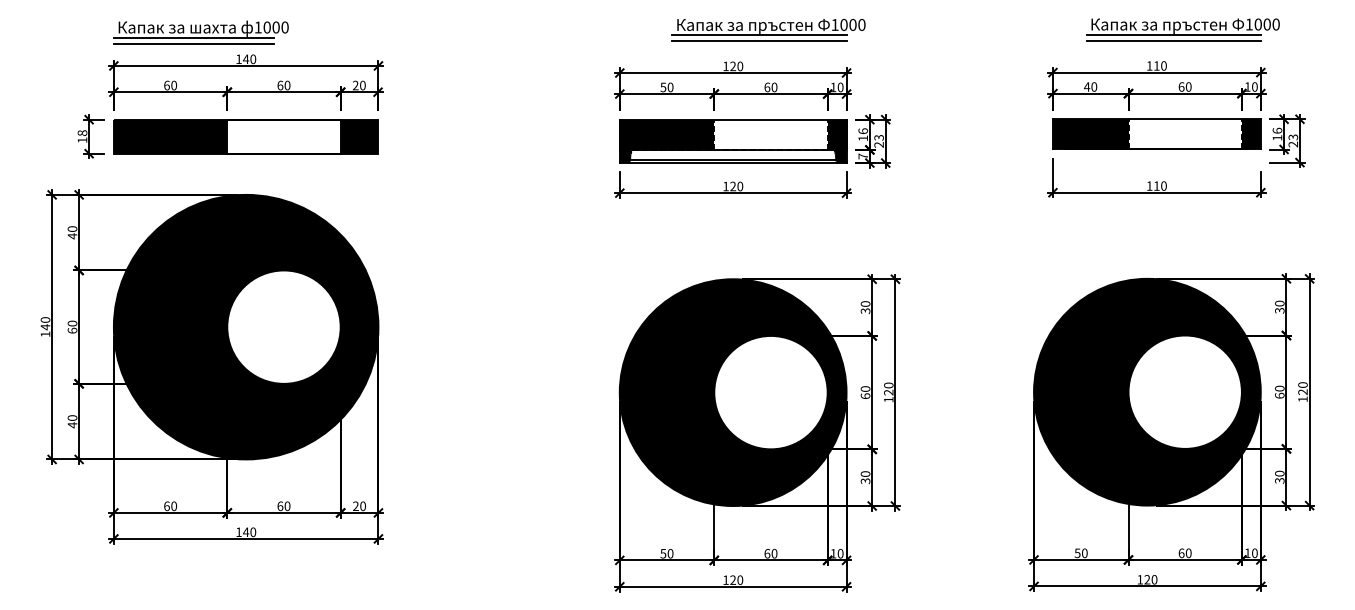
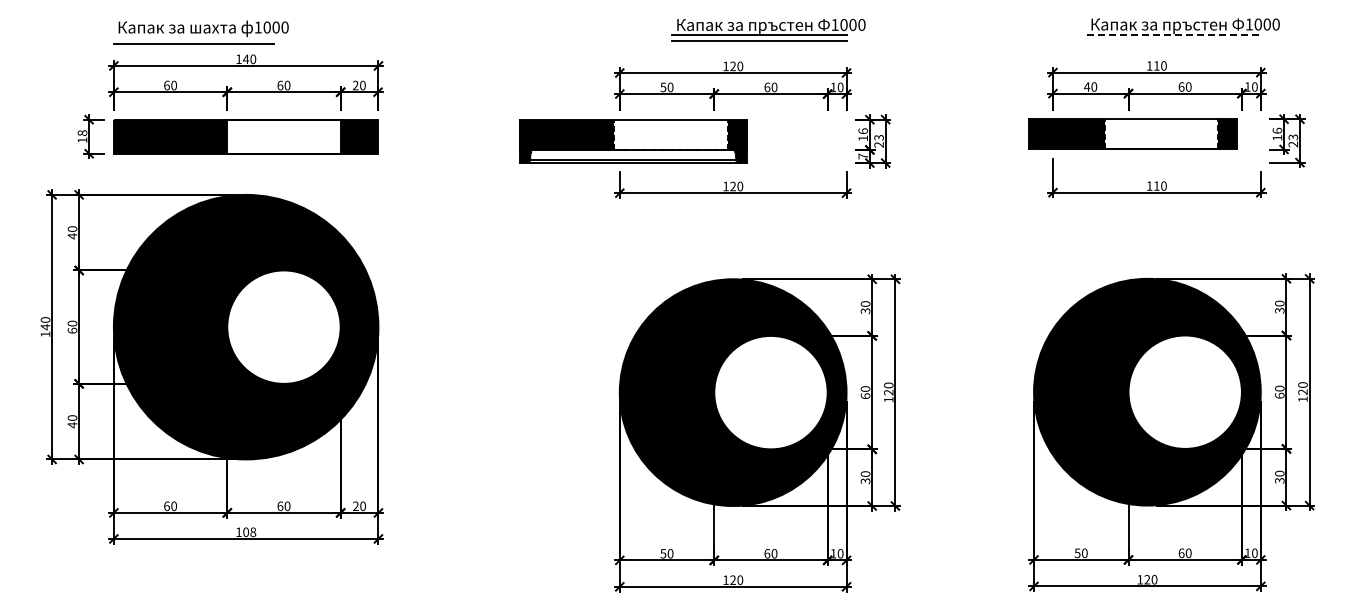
line at (1174, 34): solid -> dashed
line at (193, 37): present -> none
line at (1173, 40): present -> none
part at (1156, 133) position: (1156, 133) -> (1132, 133)
part at (733, 141) position: (733, 141) -> (633, 141)
text at (249, 532): 140 -> 108
